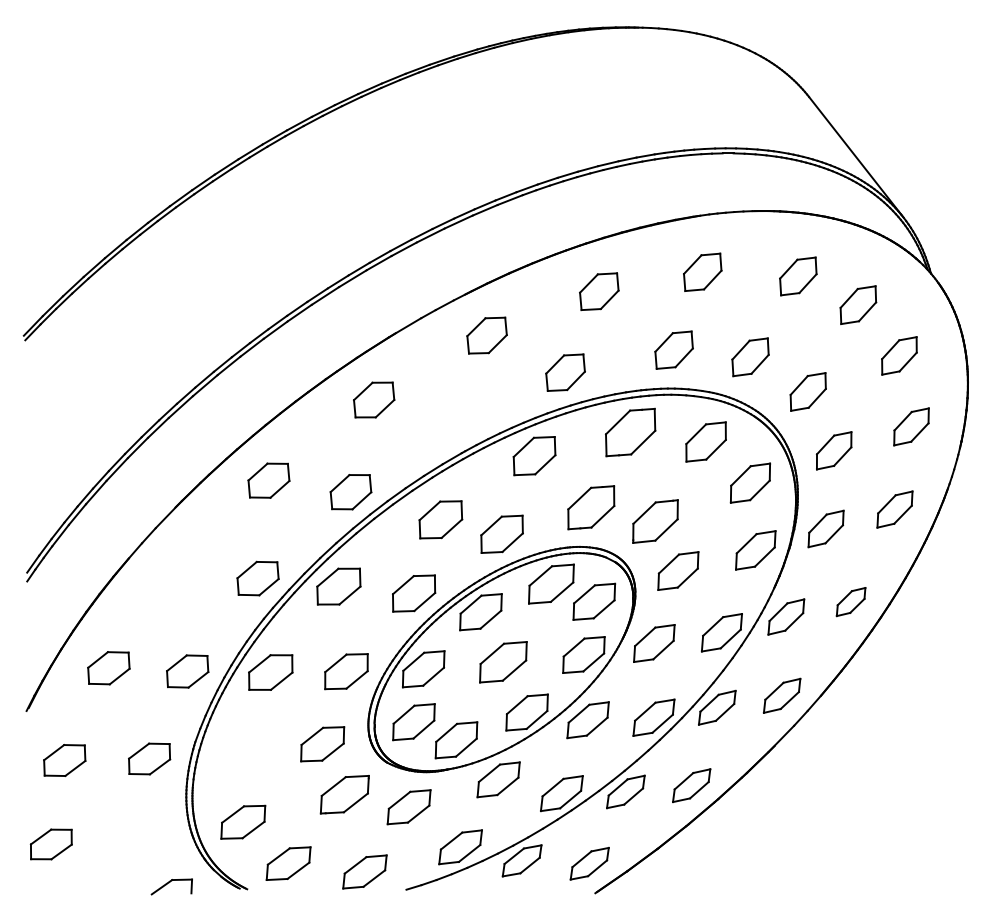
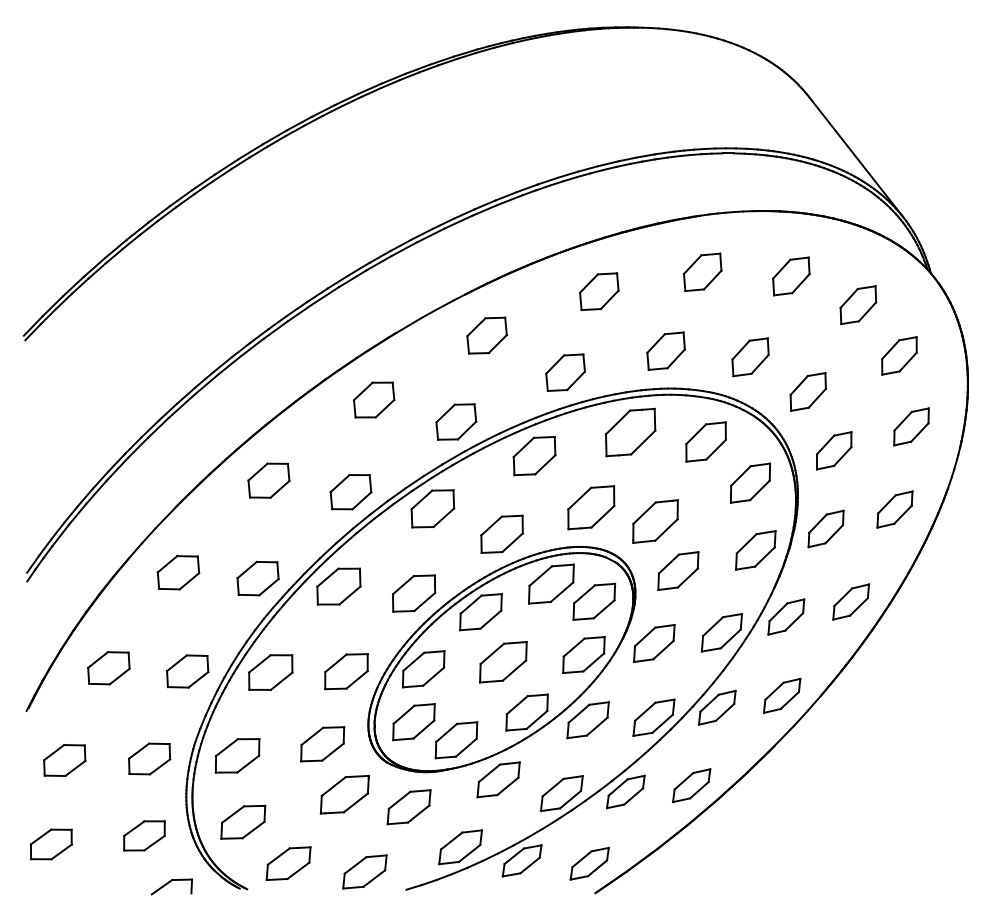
part at (798, 276) position: (798, 276) -> (791, 276)
part at (673, 349) position: (673, 349) -> (665, 350)
part at (456, 421): none -> present
part at (440, 519) position: (440, 519) -> (432, 508)
part at (178, 572): none -> present
part at (850, 602) size: 32x31 px -> 38x38 px
part at (237, 755): none -> present
part at (144, 835): none -> present
